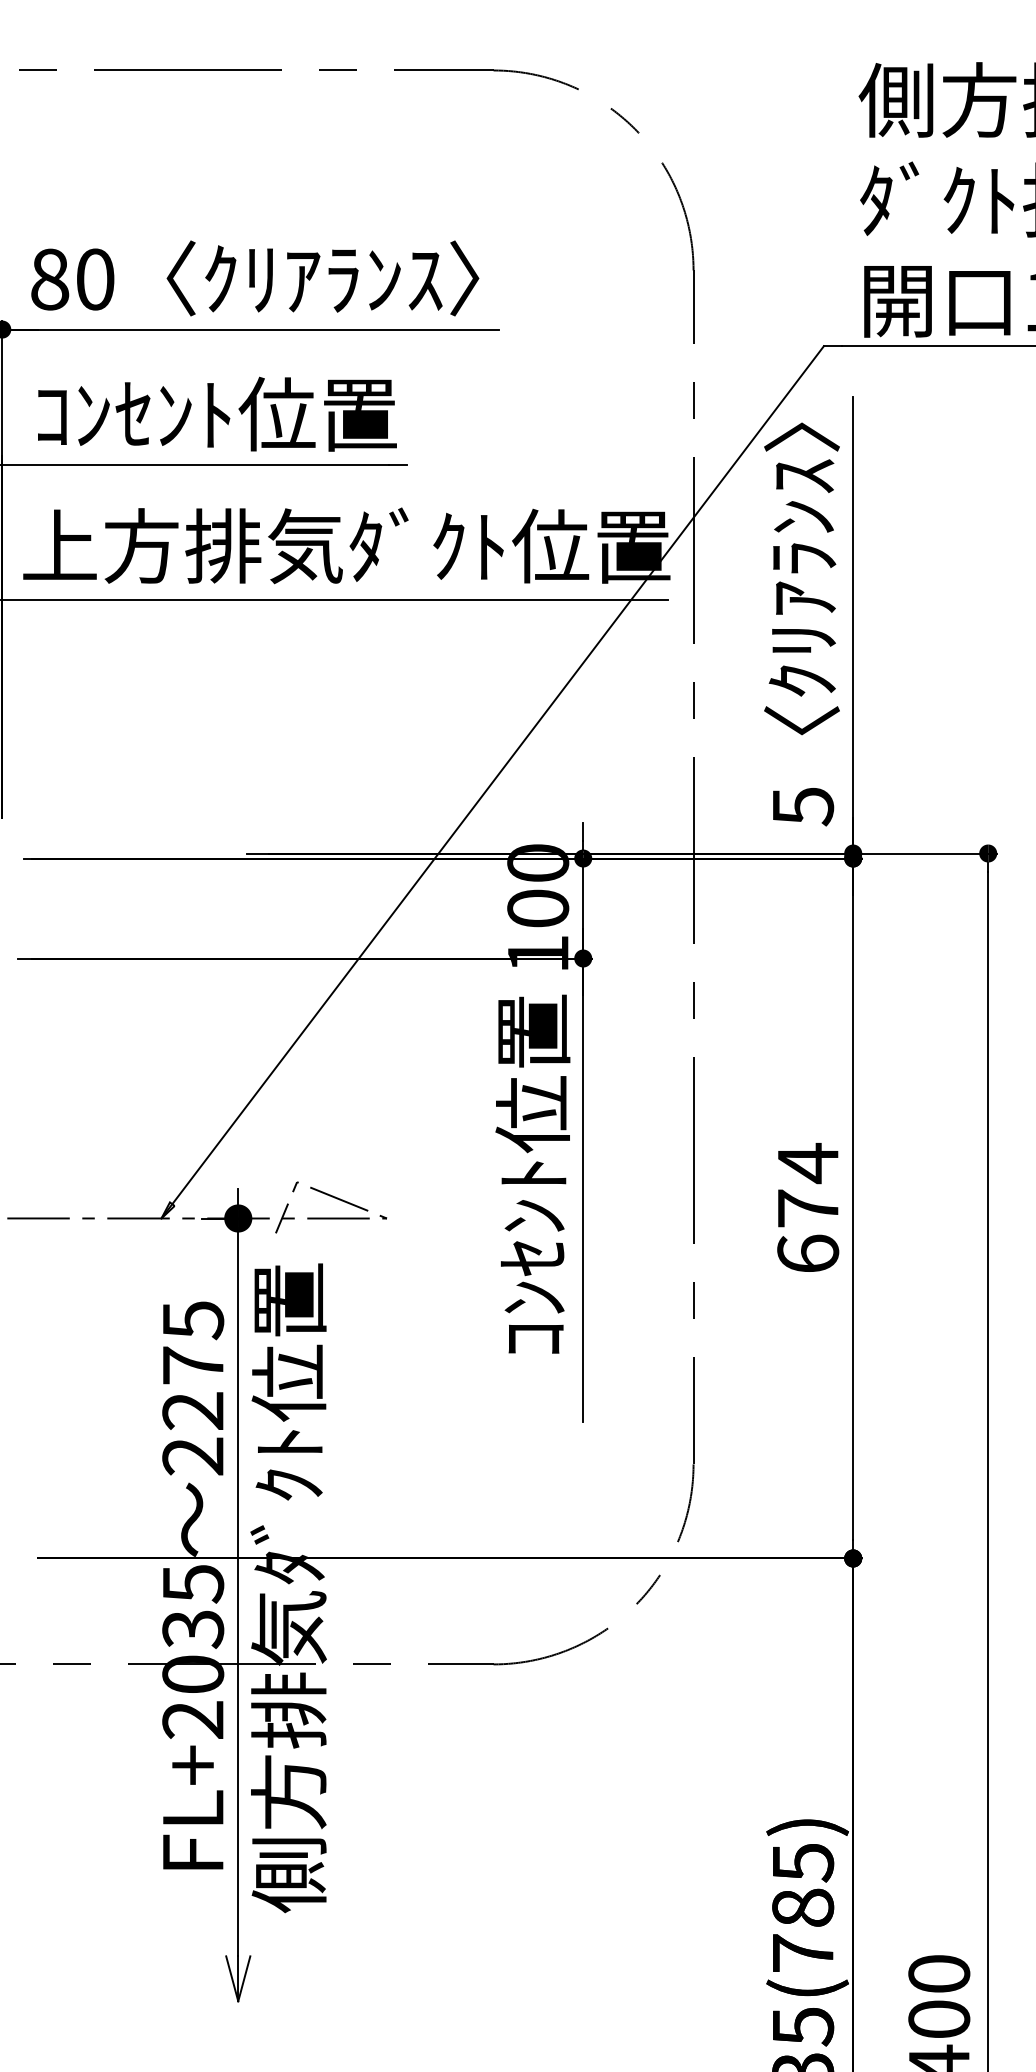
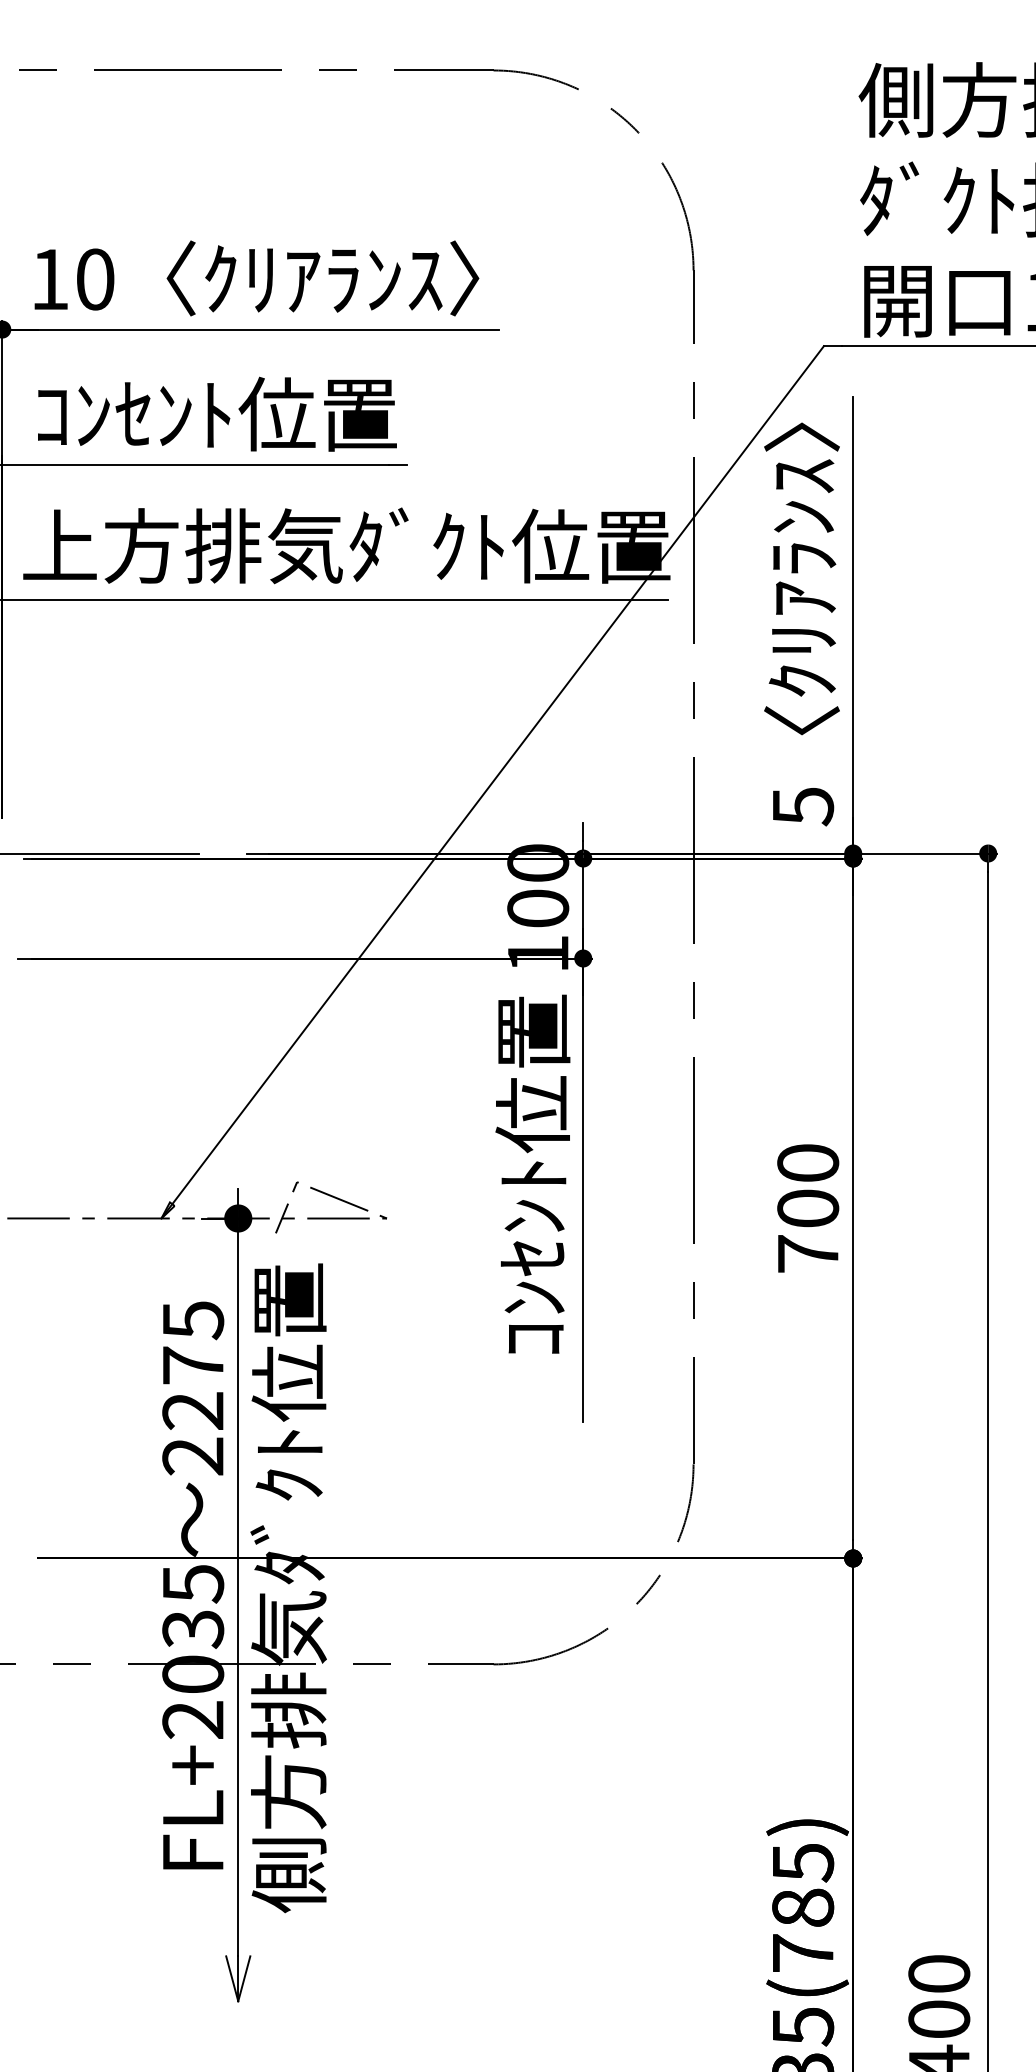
text at (50, 279): 80 -> 10
line at (100, 853): none -> present
text at (808, 1207): 674 -> 700
